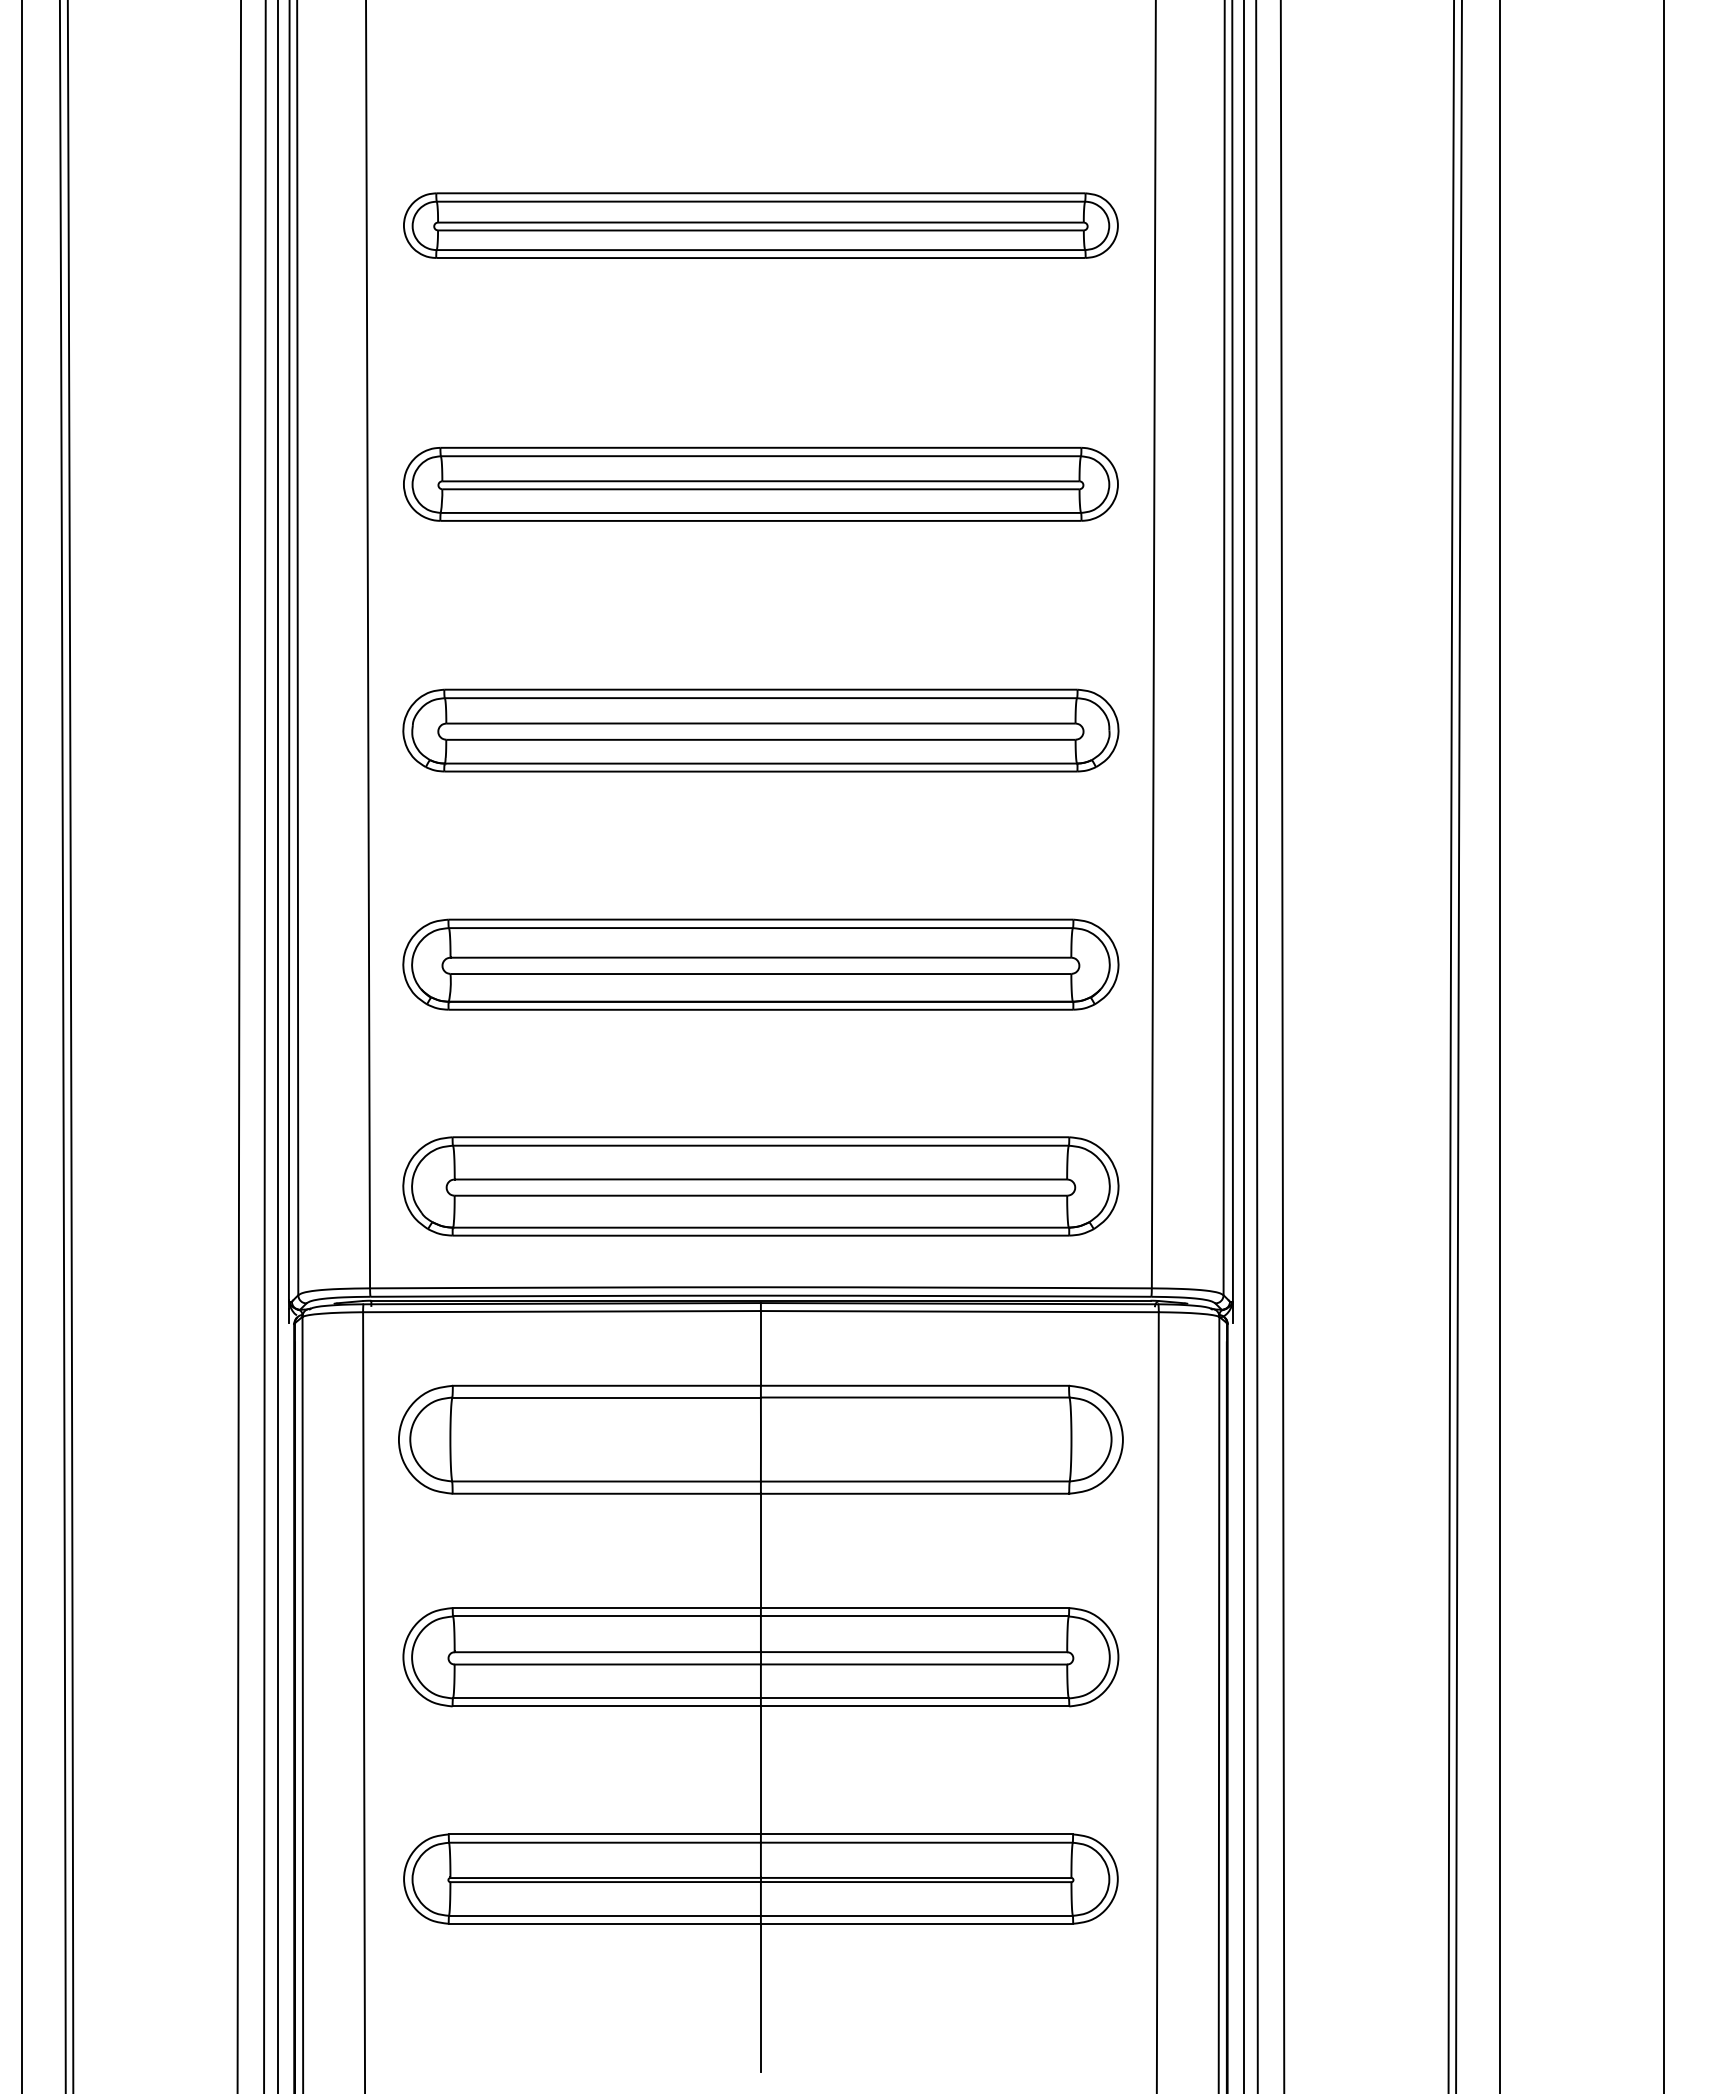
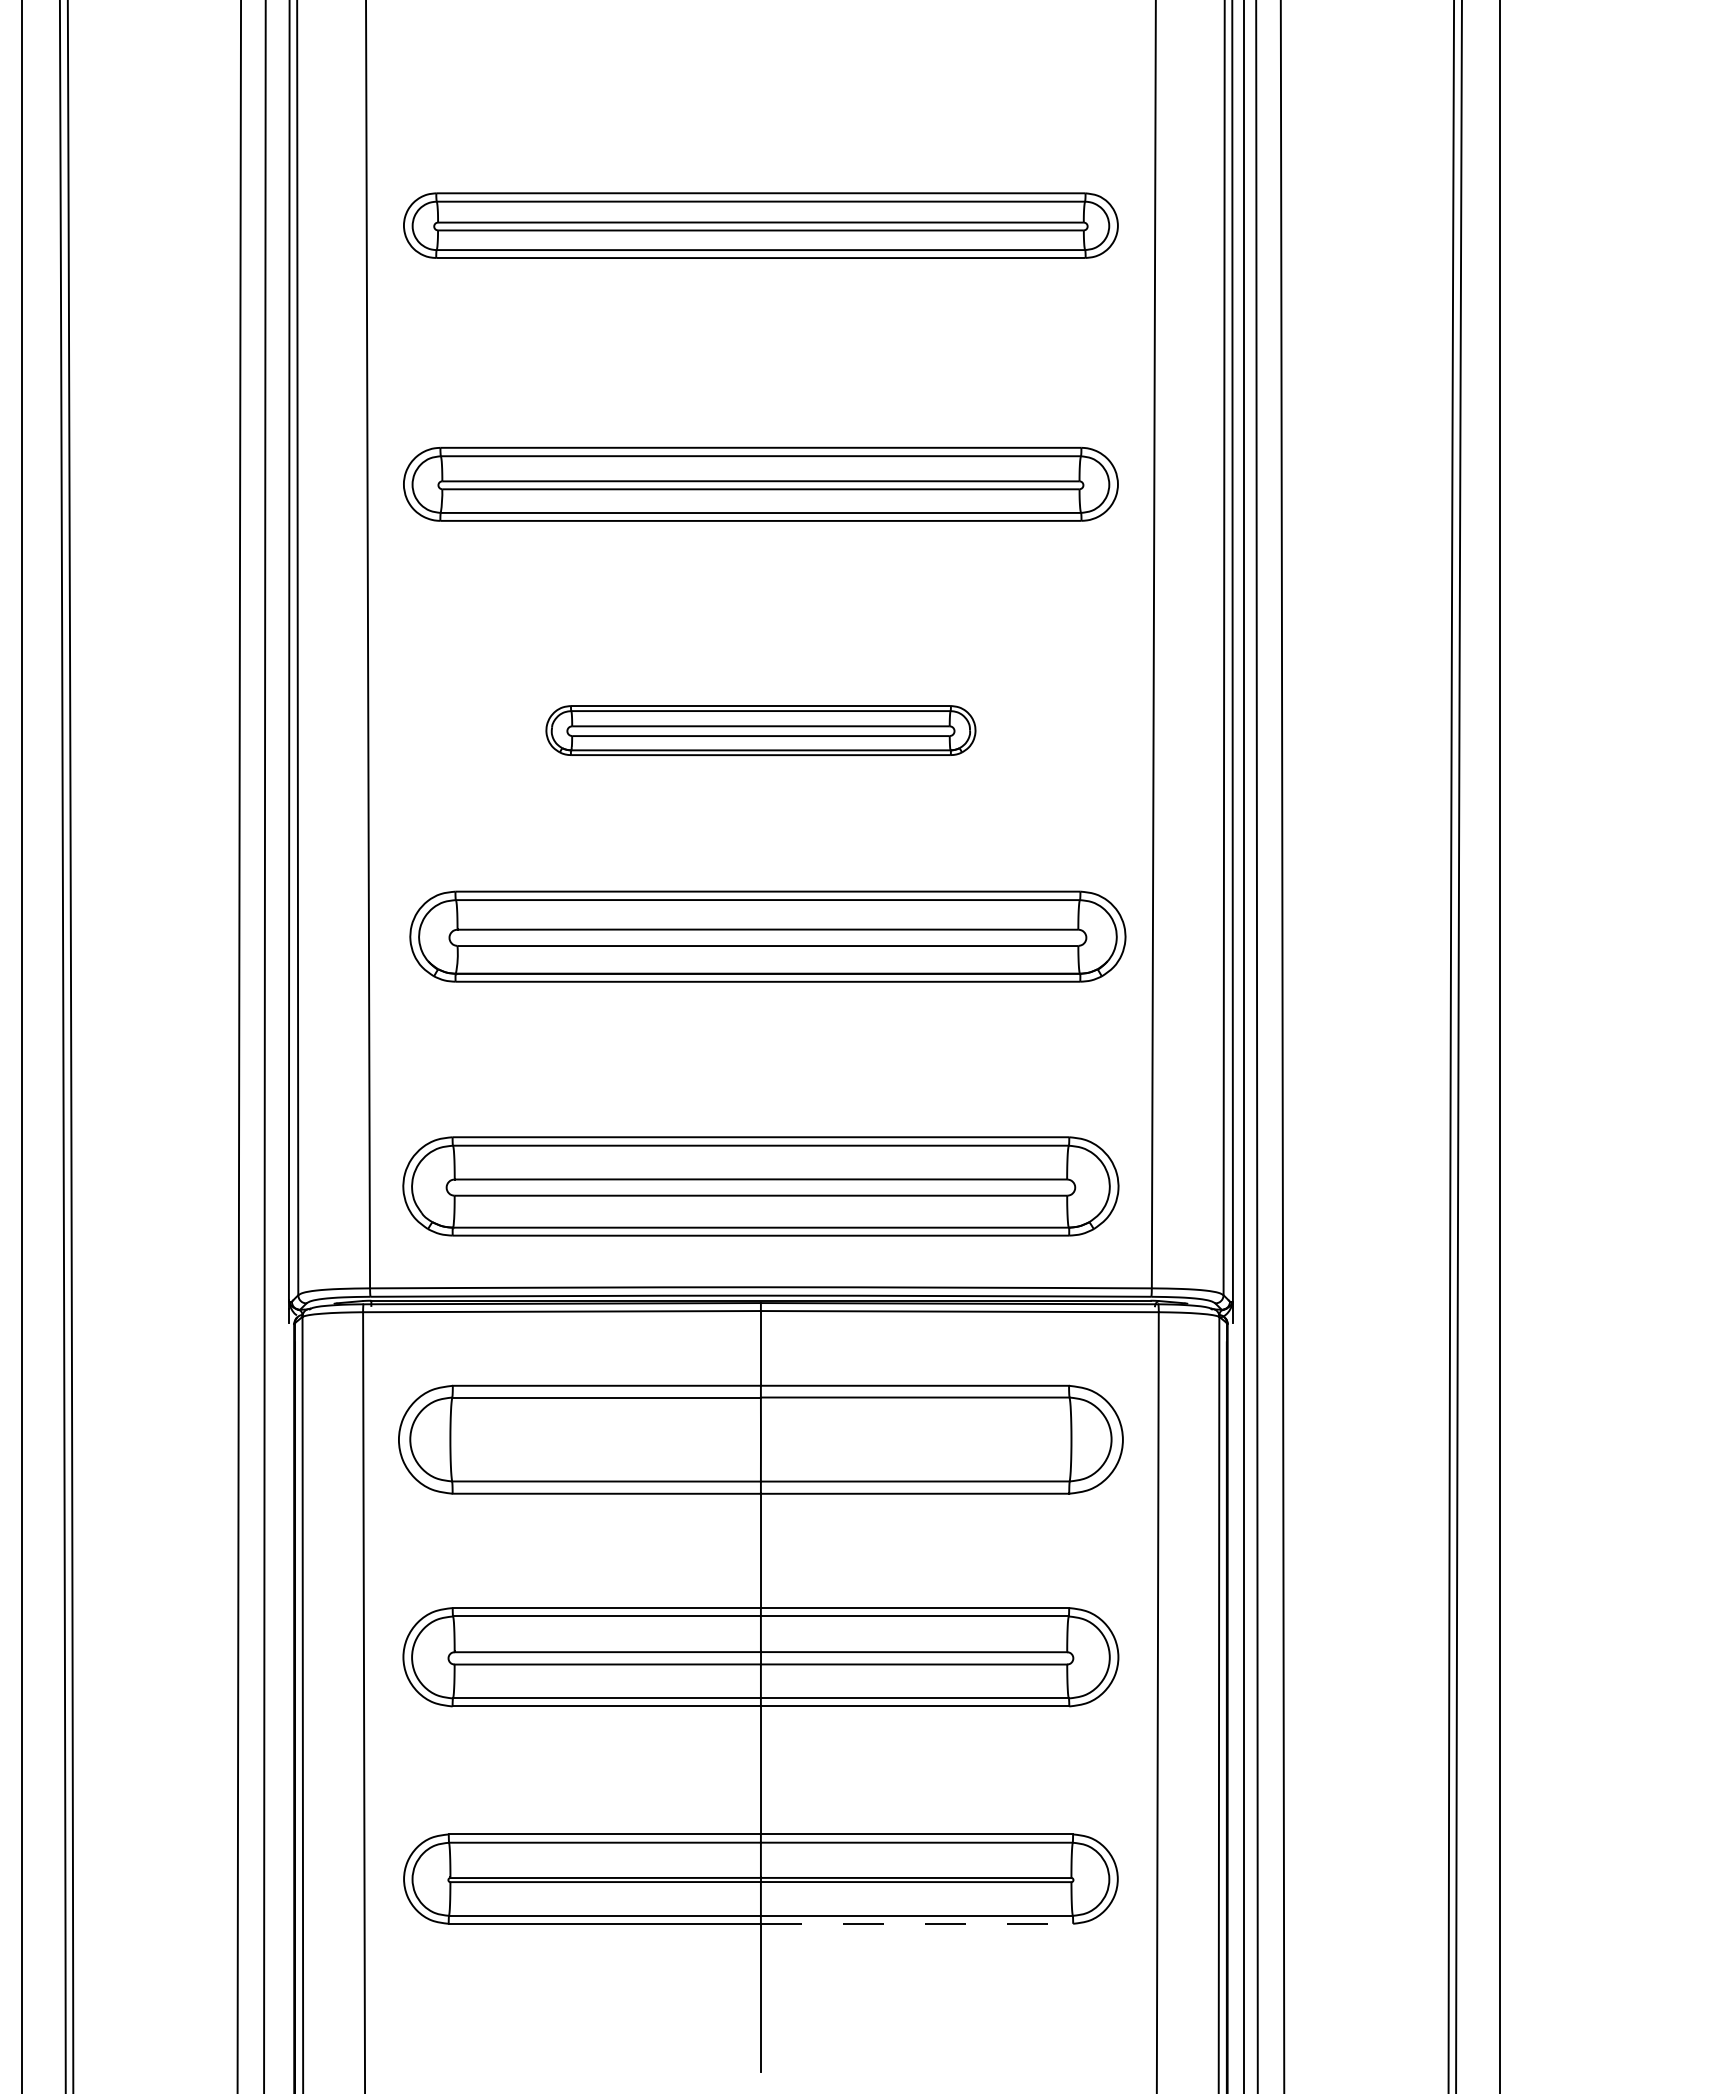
part at (760, 730) size: 718x85 px -> 432x52 px
part at (760, 964) position: (760, 964) -> (767, 936)
line at (278, 1046): present -> none
line at (1664, 1046): present -> none
line at (917, 1923): solid -> dashed
